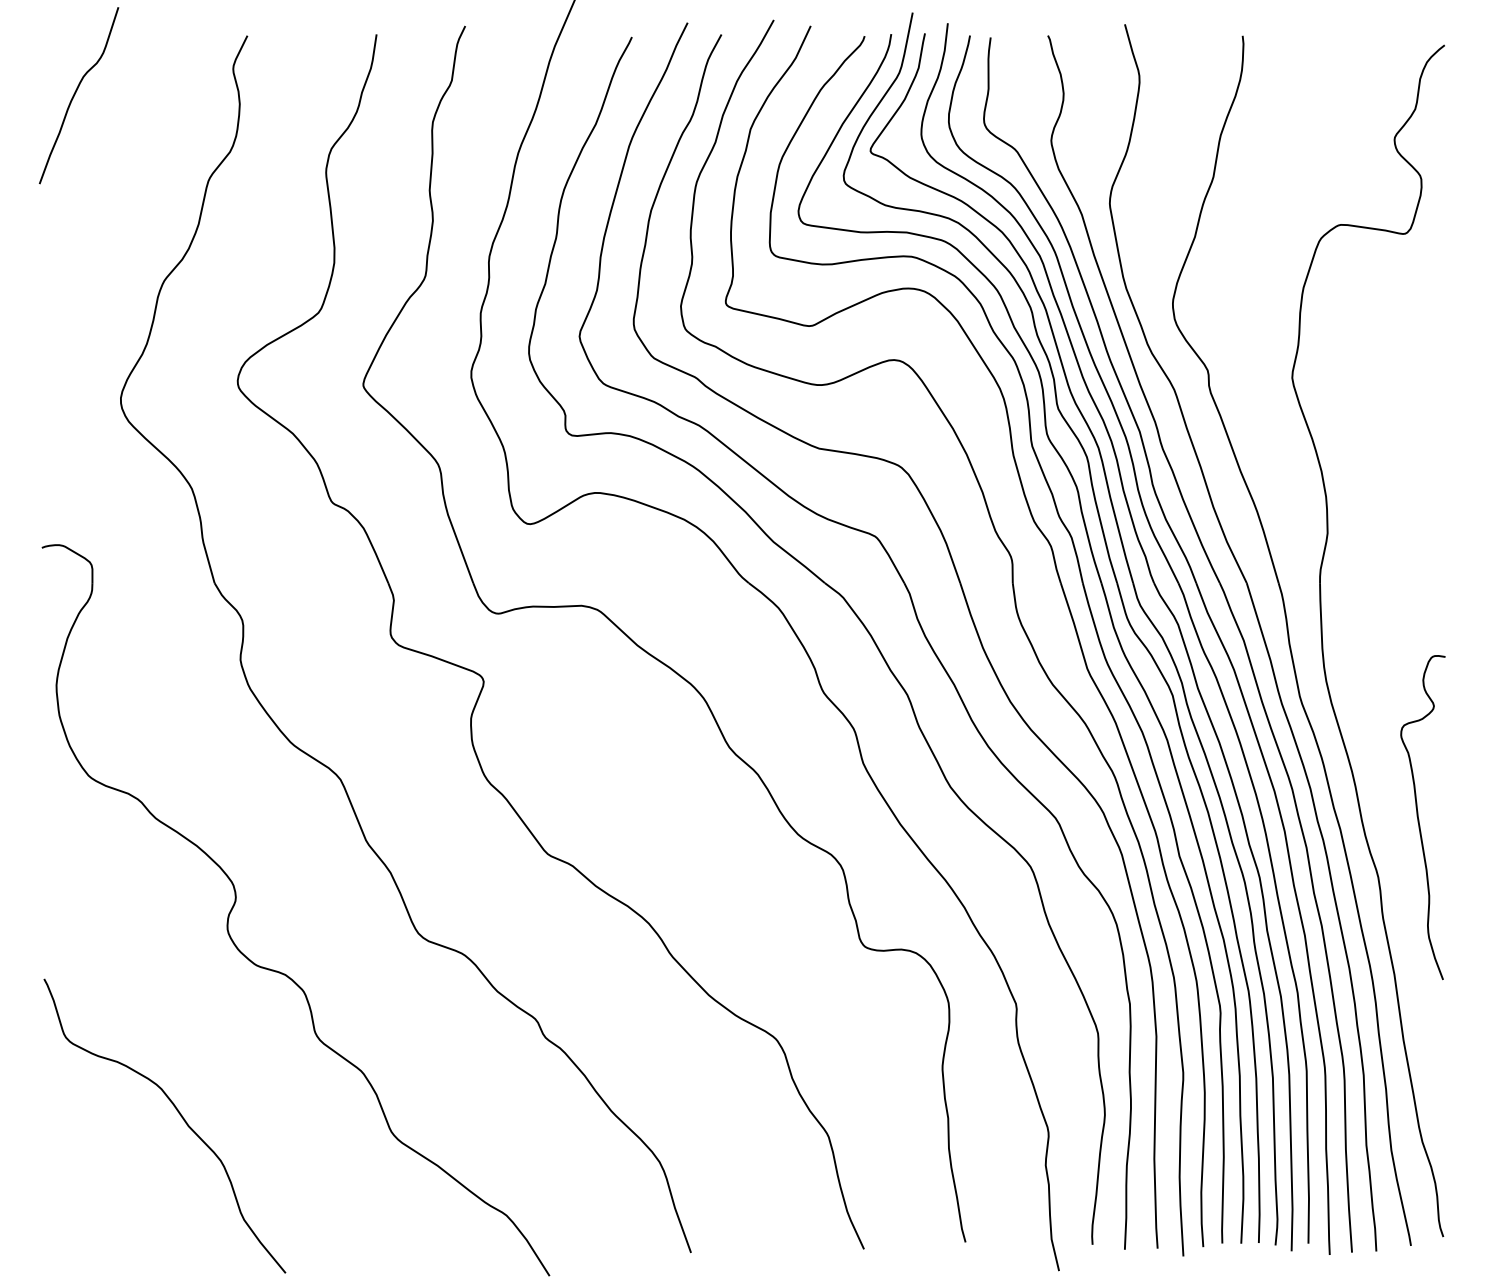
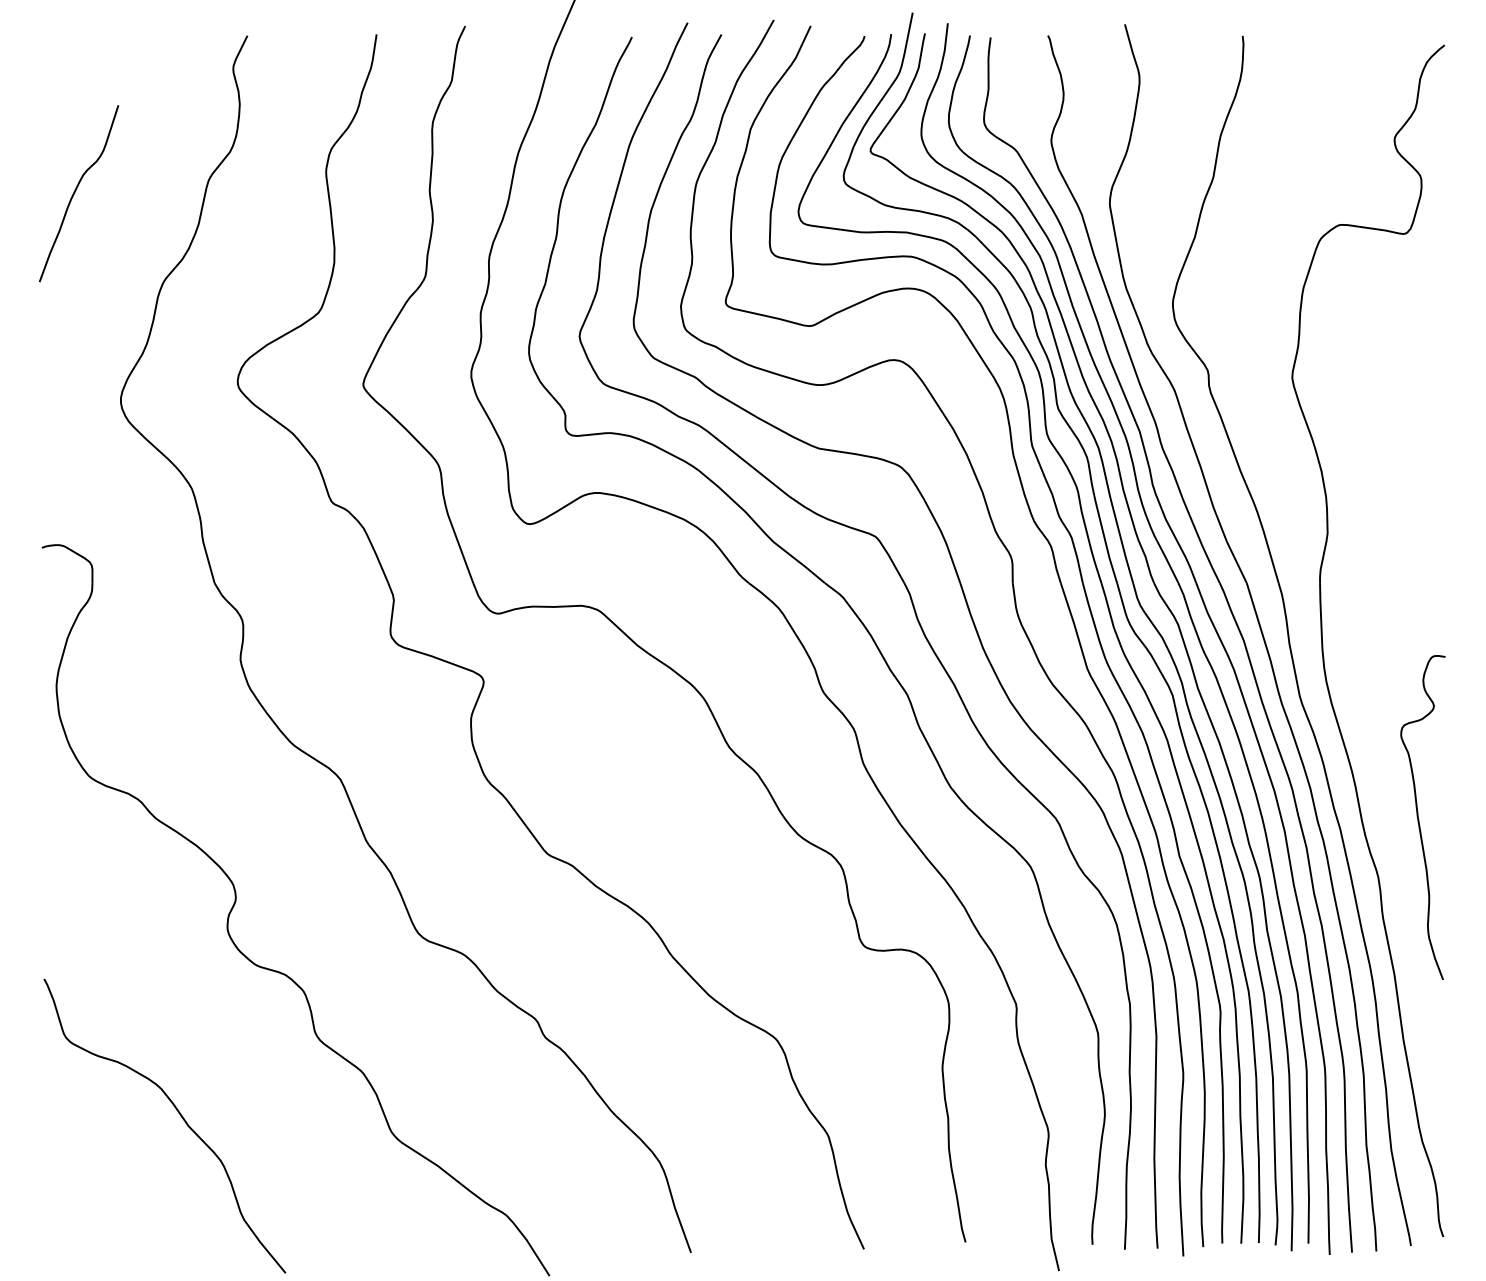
curve at (75, 94) position: (75, 94) -> (75, 192)
